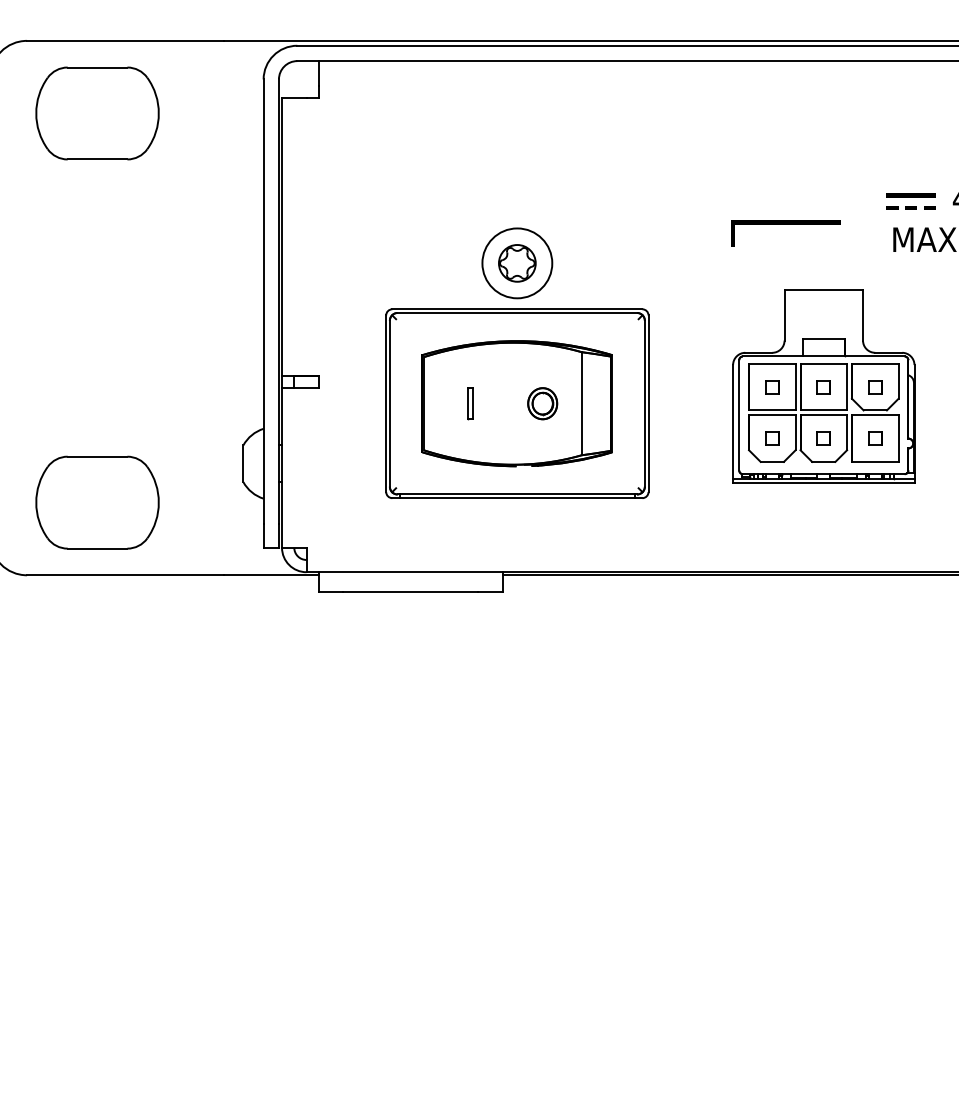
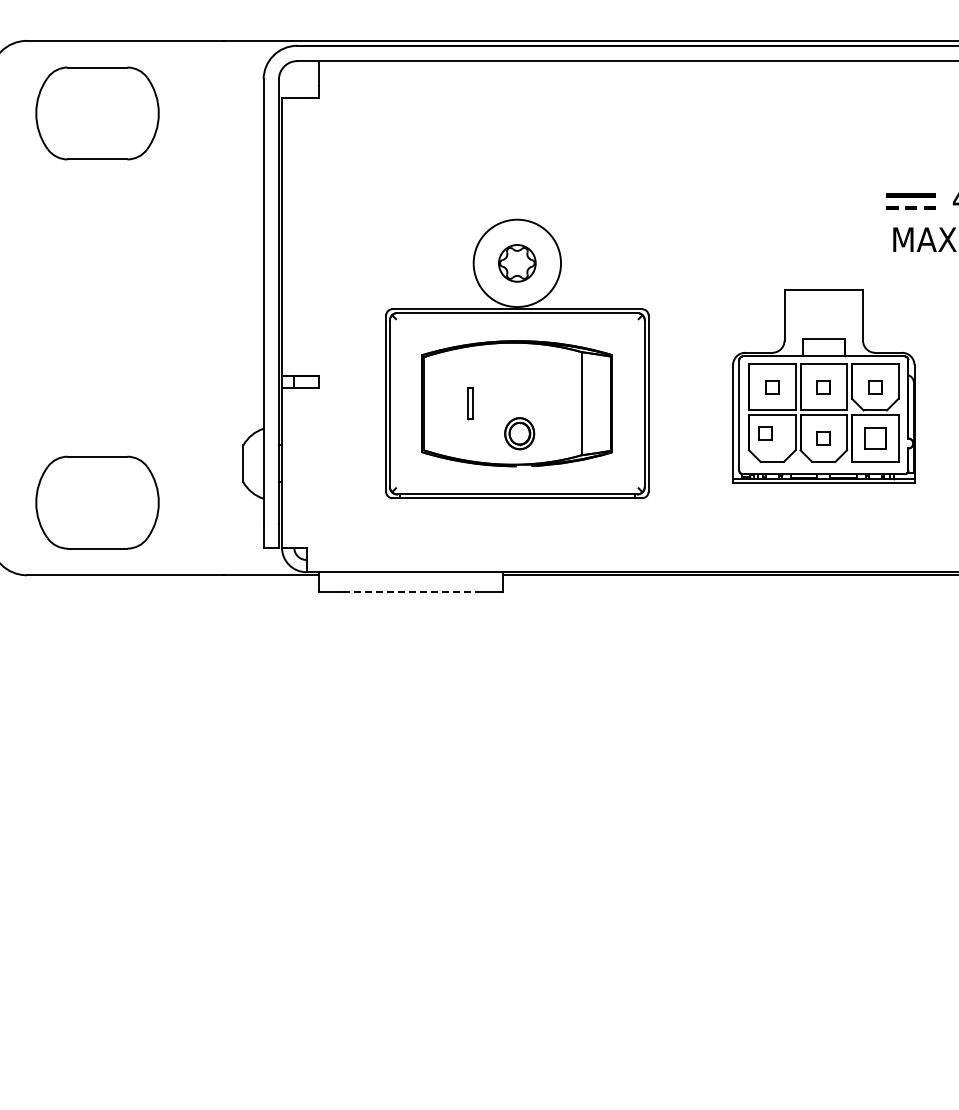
line at (785, 224): present -> none
circle at (517, 263) diameter: 70 px -> 87 px
part at (542, 403) position: (542, 403) -> (519, 433)
part at (772, 438) position: (772, 438) -> (765, 433)
part at (875, 438) size: 15x15 px -> 23x23 px
line at (411, 591): solid -> dashed
